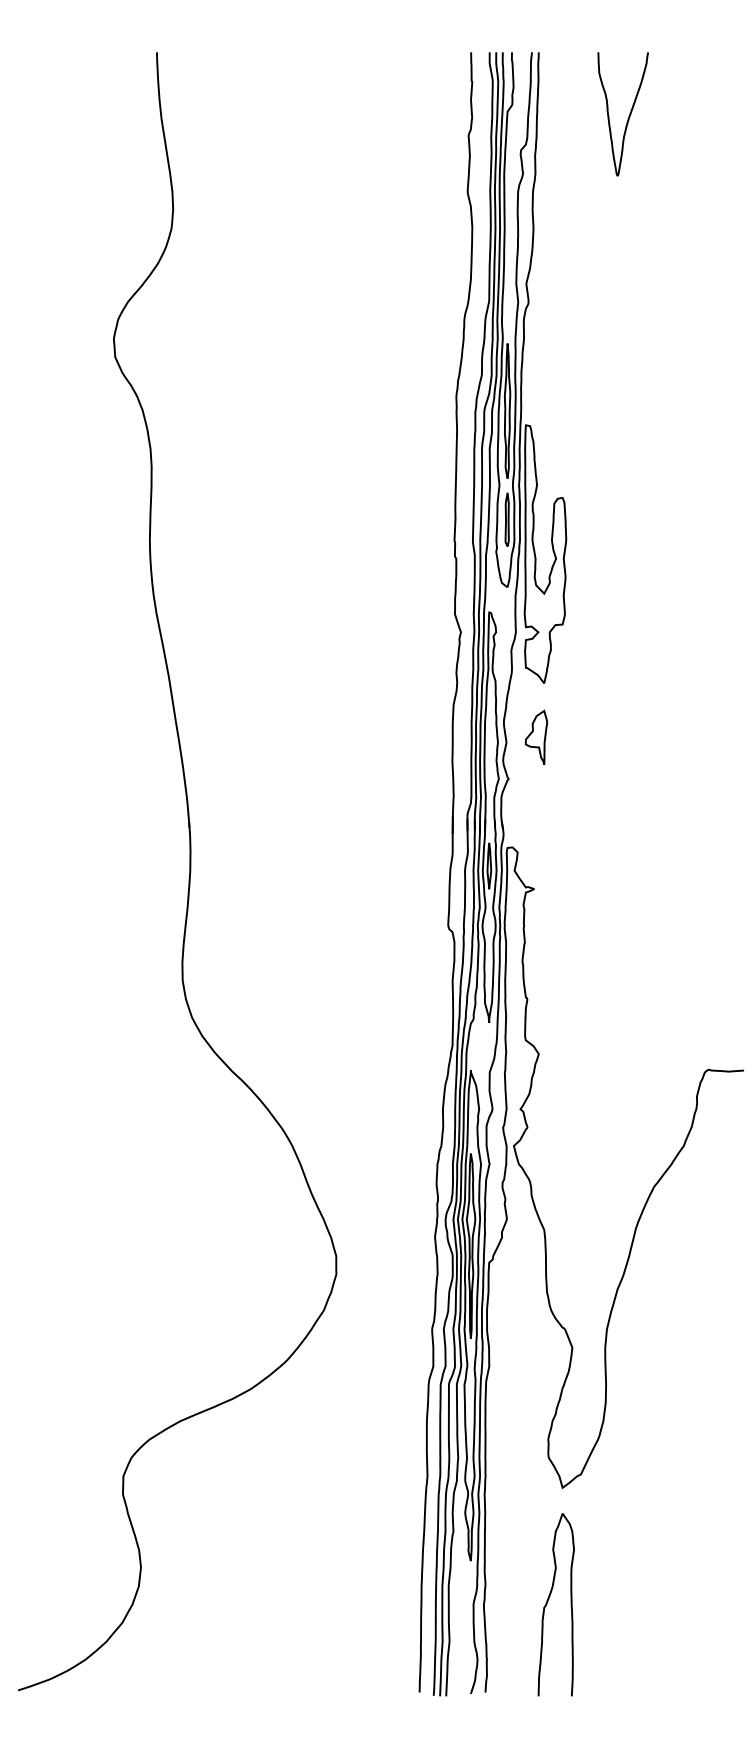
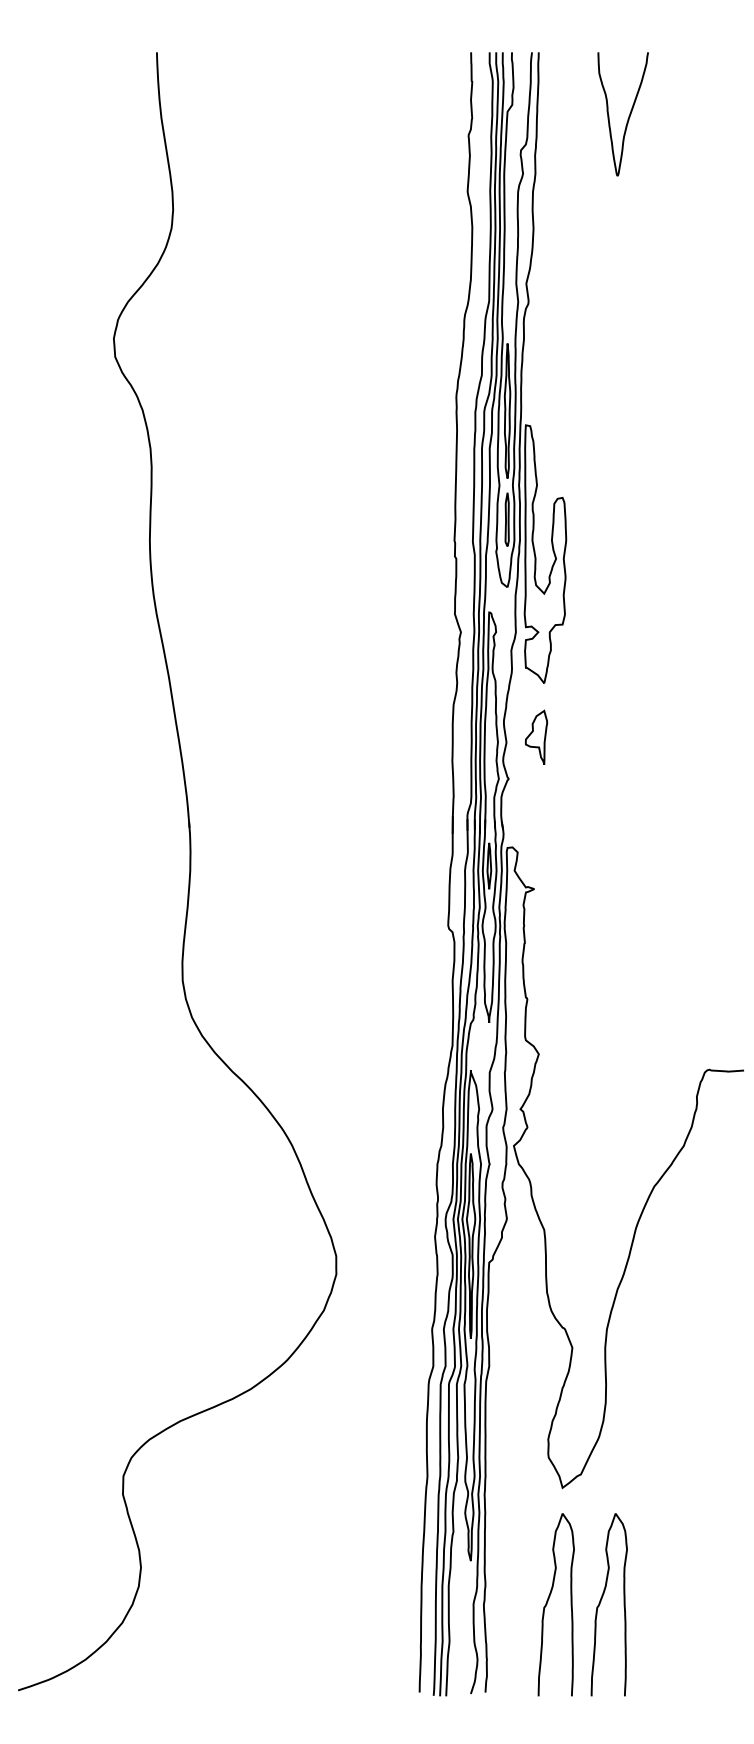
curve at (601, 1601): none -> present
